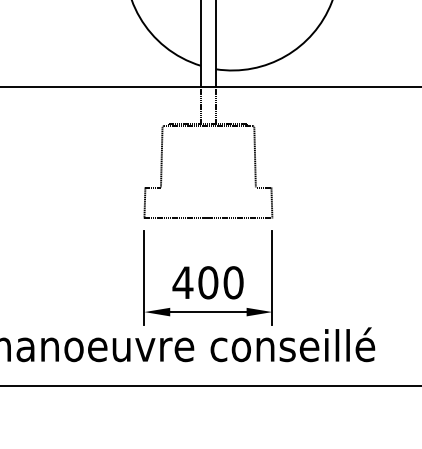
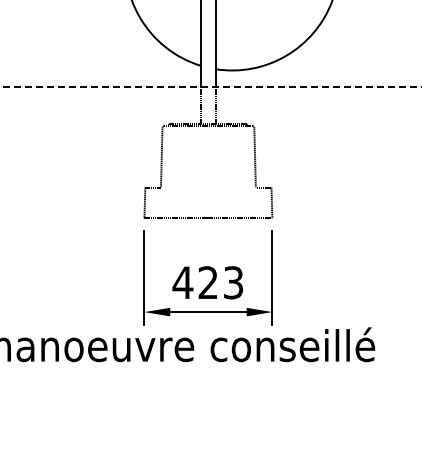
line at (210, 86): solid -> dashed
text at (220, 282): 400 -> 423
line at (210, 386): present -> none
